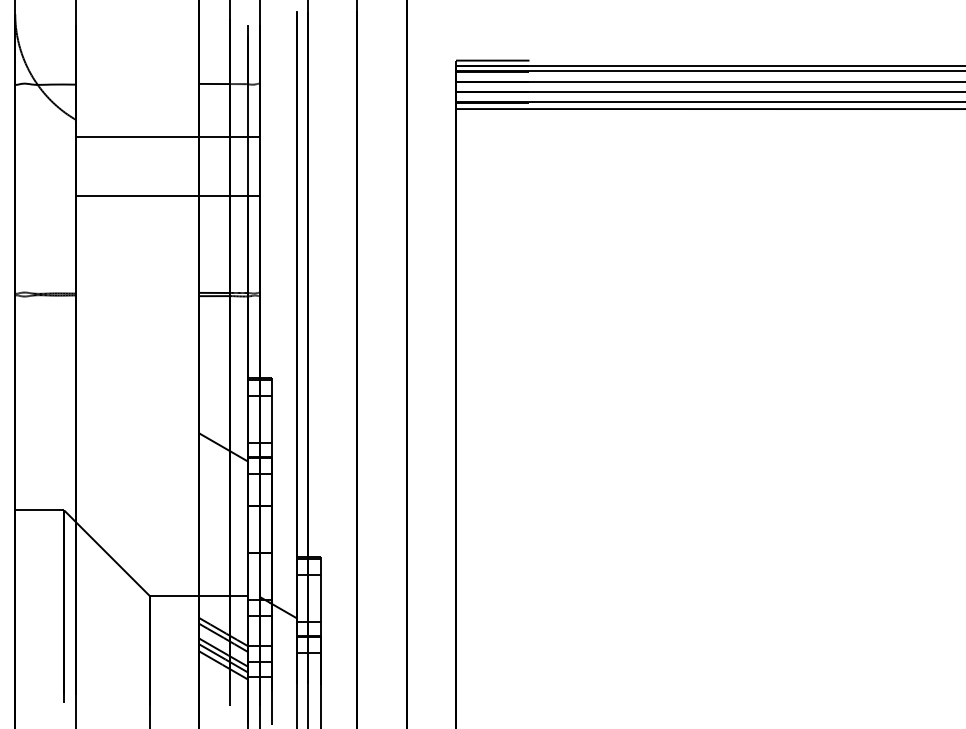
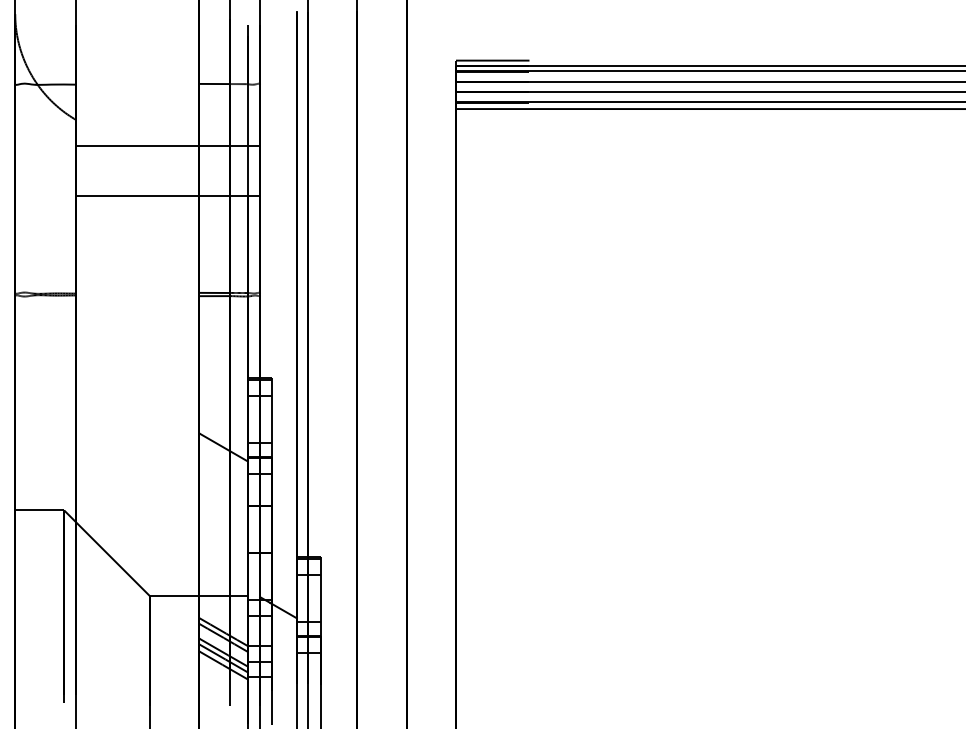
line at (168, 136) position: (168, 136) -> (168, 145)
